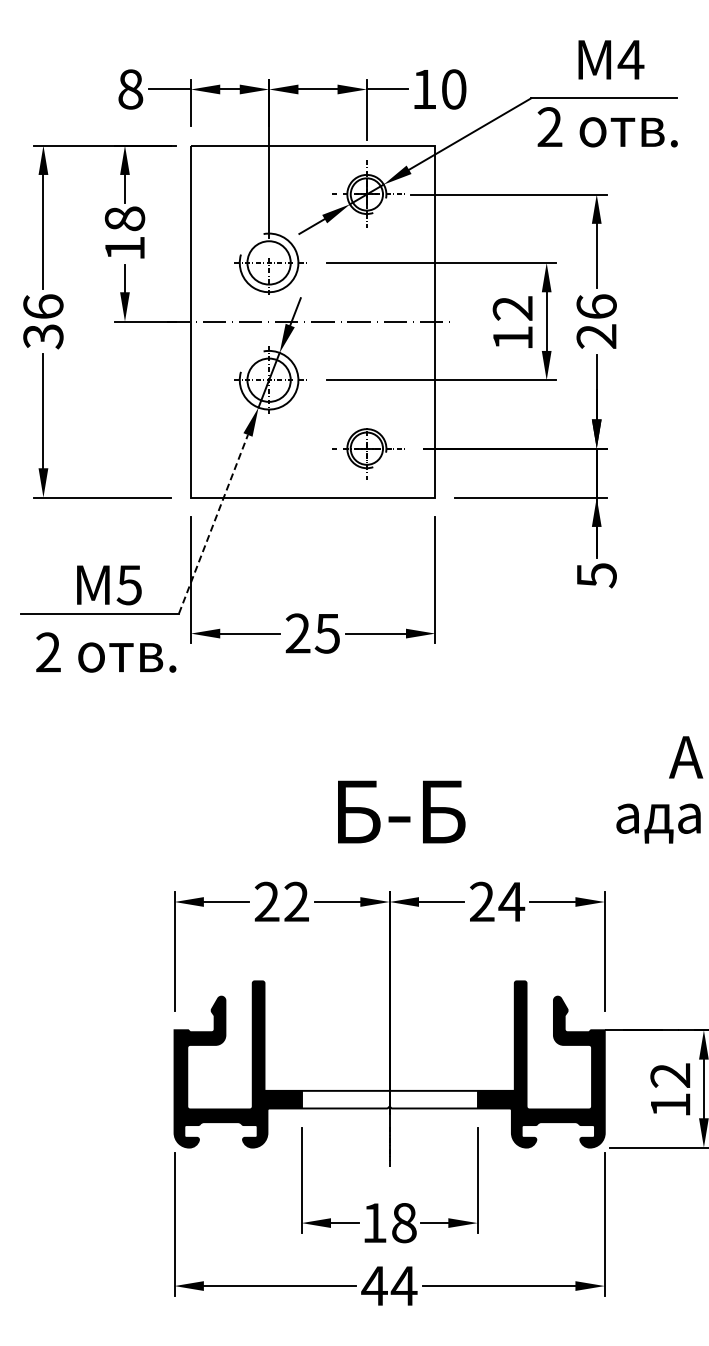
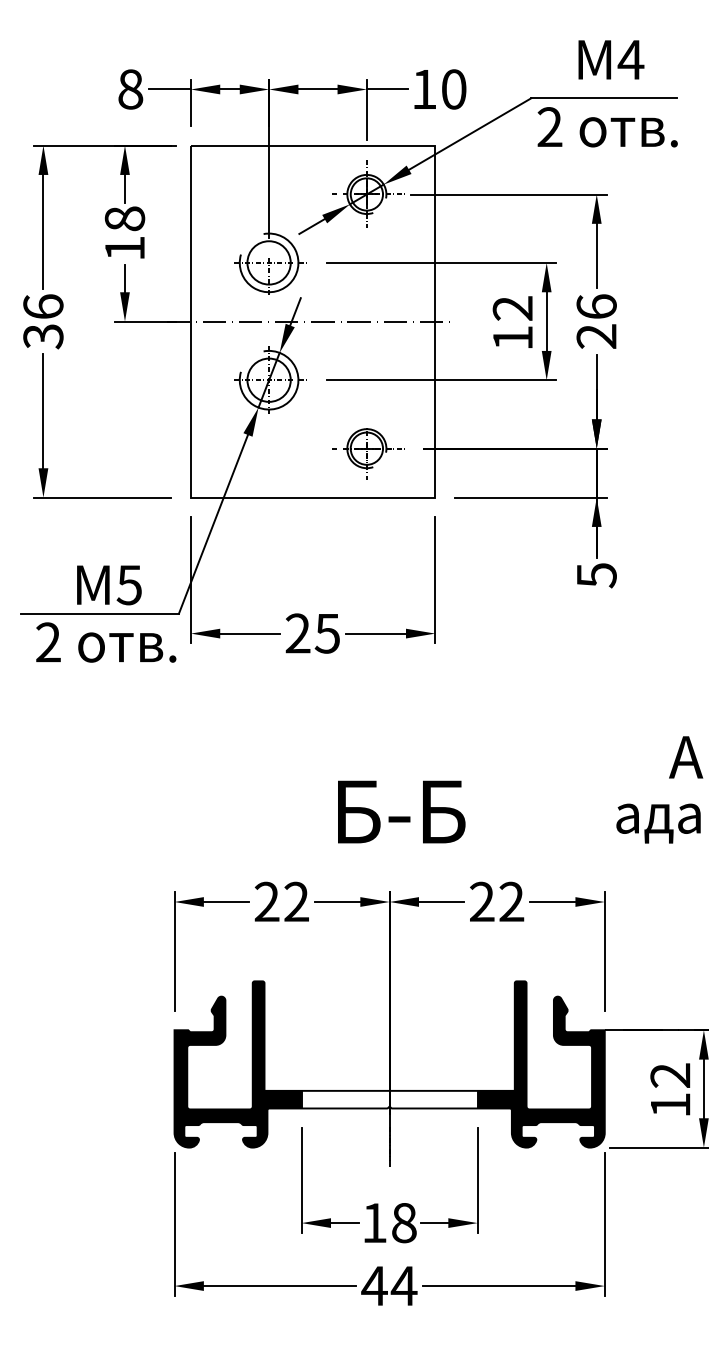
line at (213, 524): dashed -> solid
text at (106, 652) position: (106, 652) -> (106, 642)
text at (511, 901): 24 -> 22
